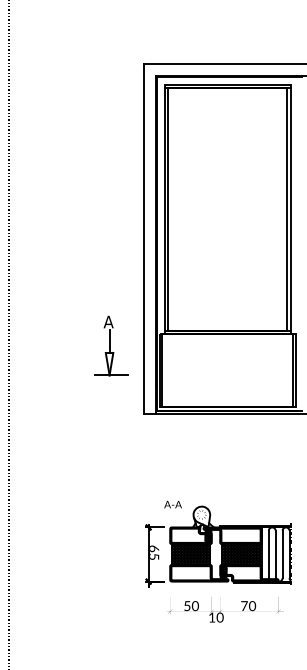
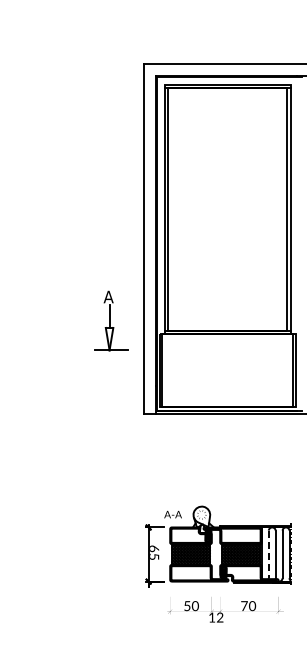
line at (9, 334): present -> none
part at (111, 345) position: (111, 345) -> (111, 320)
text at (172, 504) position: (172, 504) -> (172, 514)
line at (268, 554): solid -> dashed
text at (219, 617): 10 -> 12
